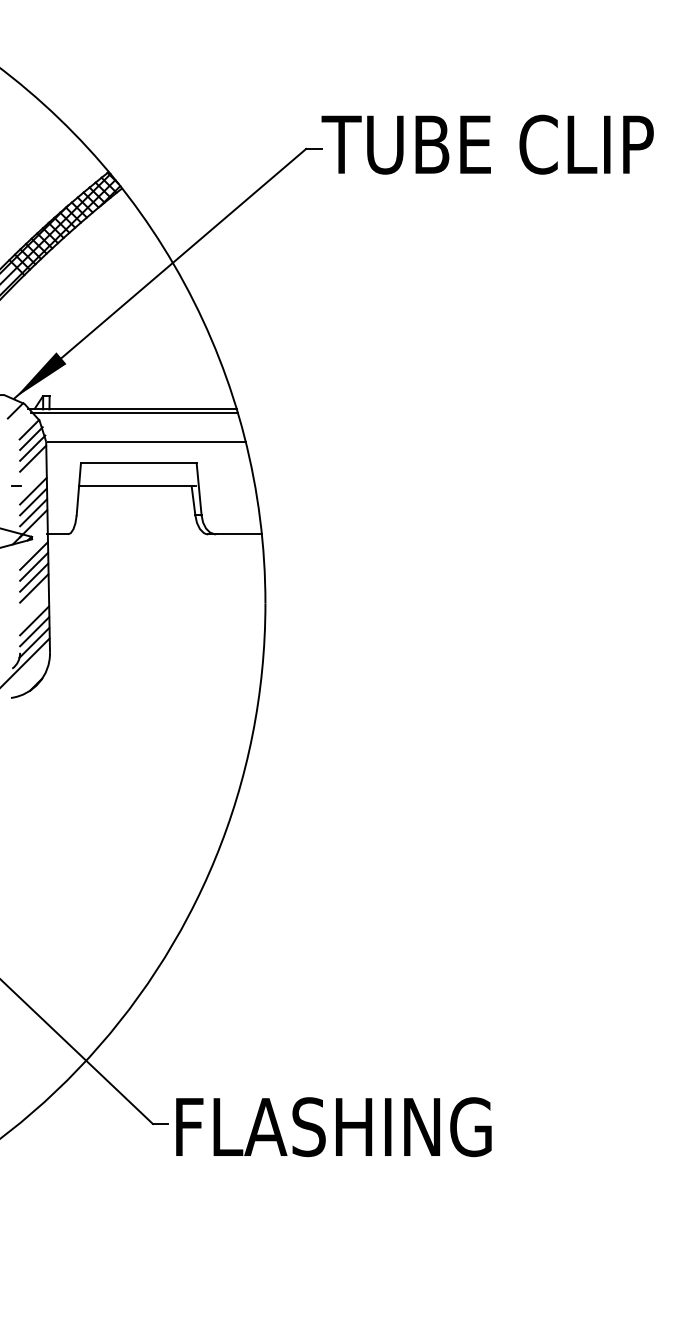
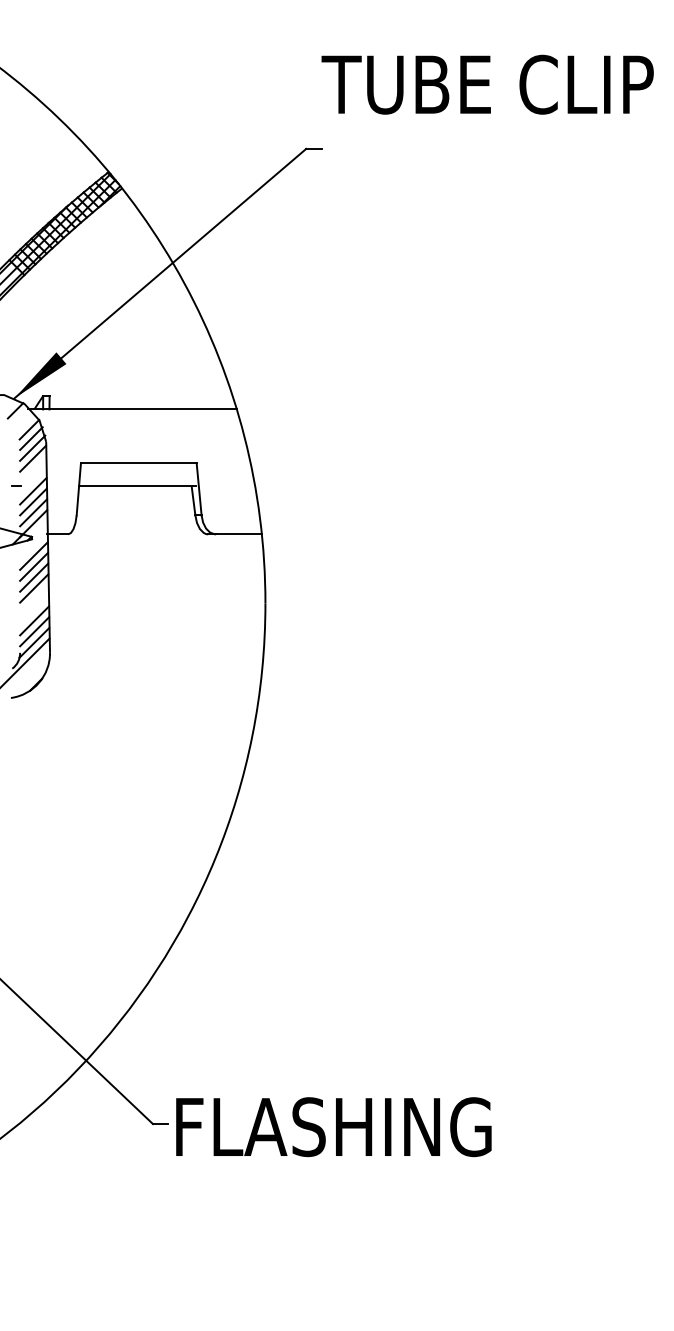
text at (487, 144) position: (487, 144) -> (487, 84)
line at (134, 413): present -> none
line at (146, 441): present -> none
